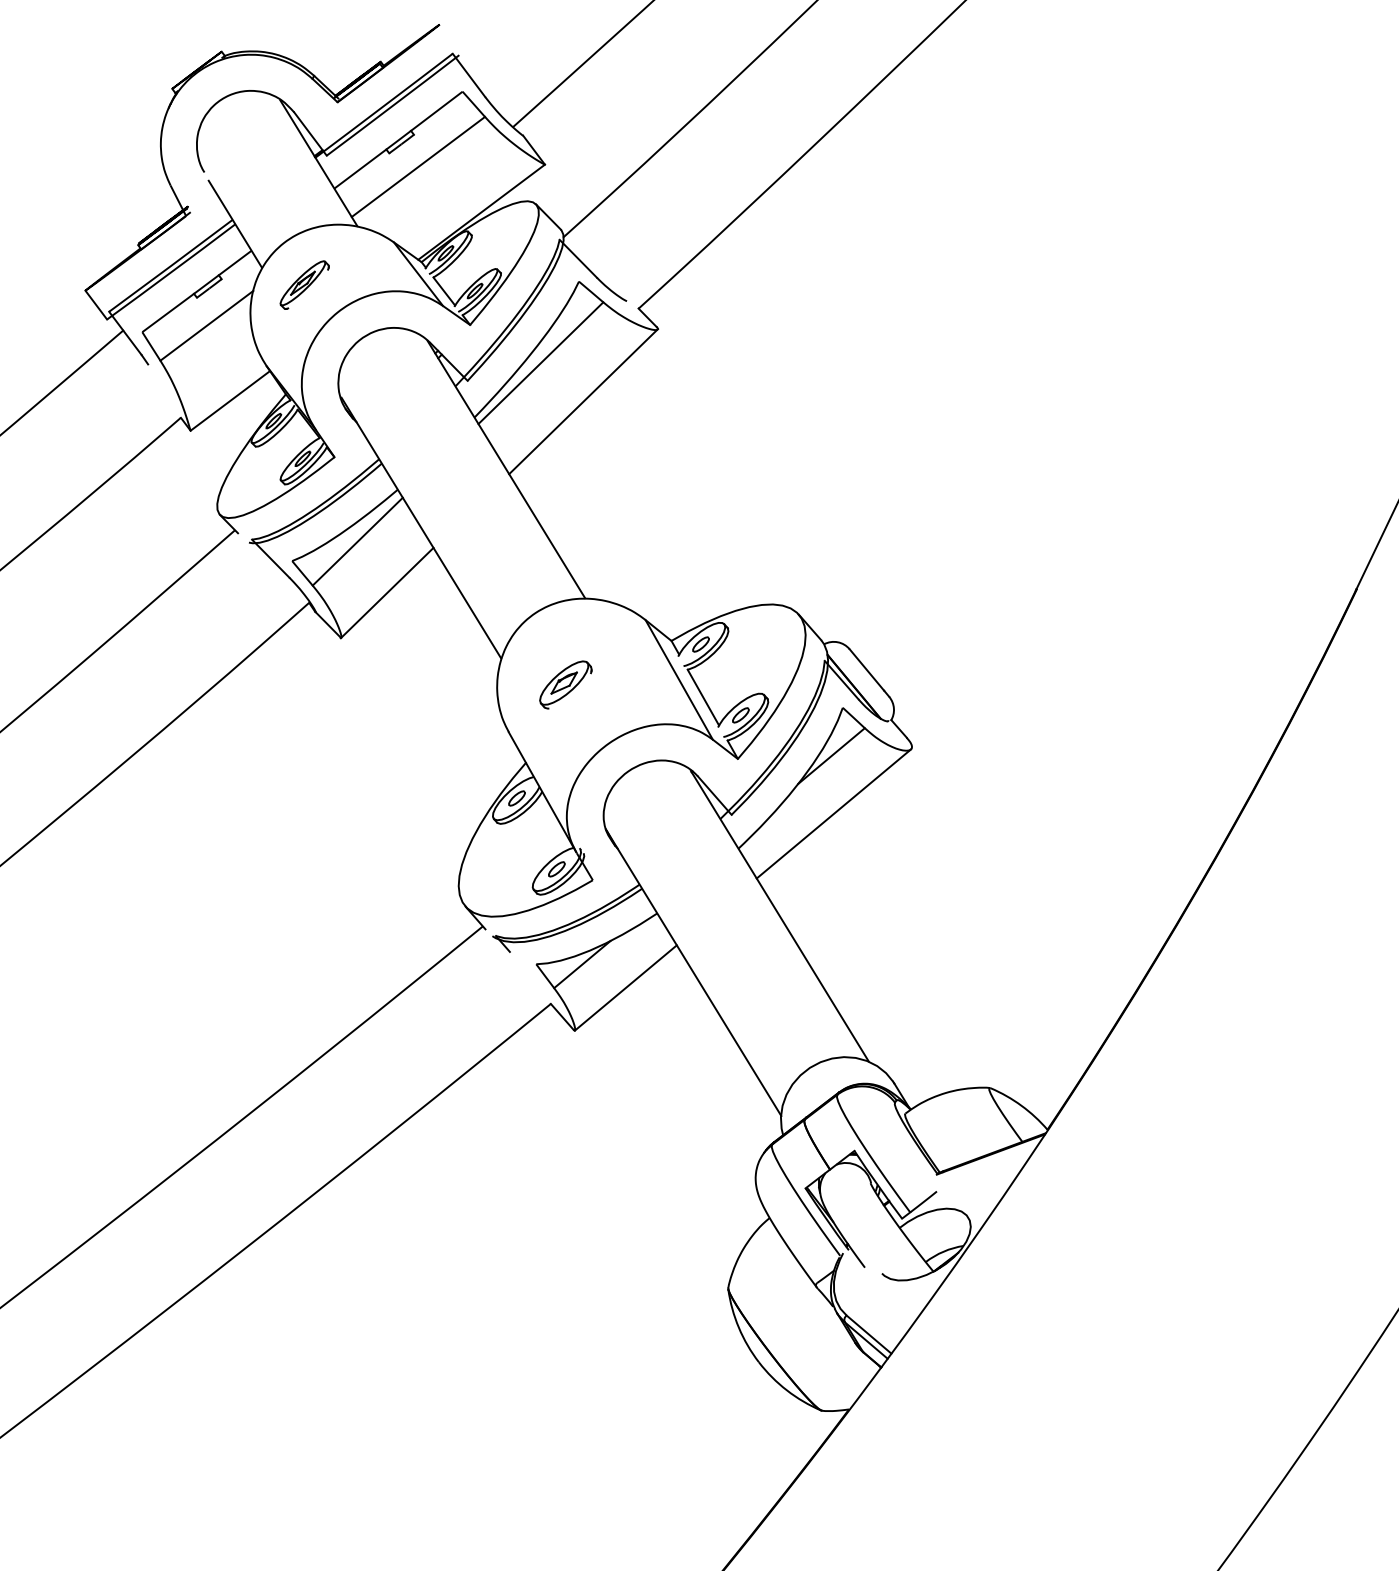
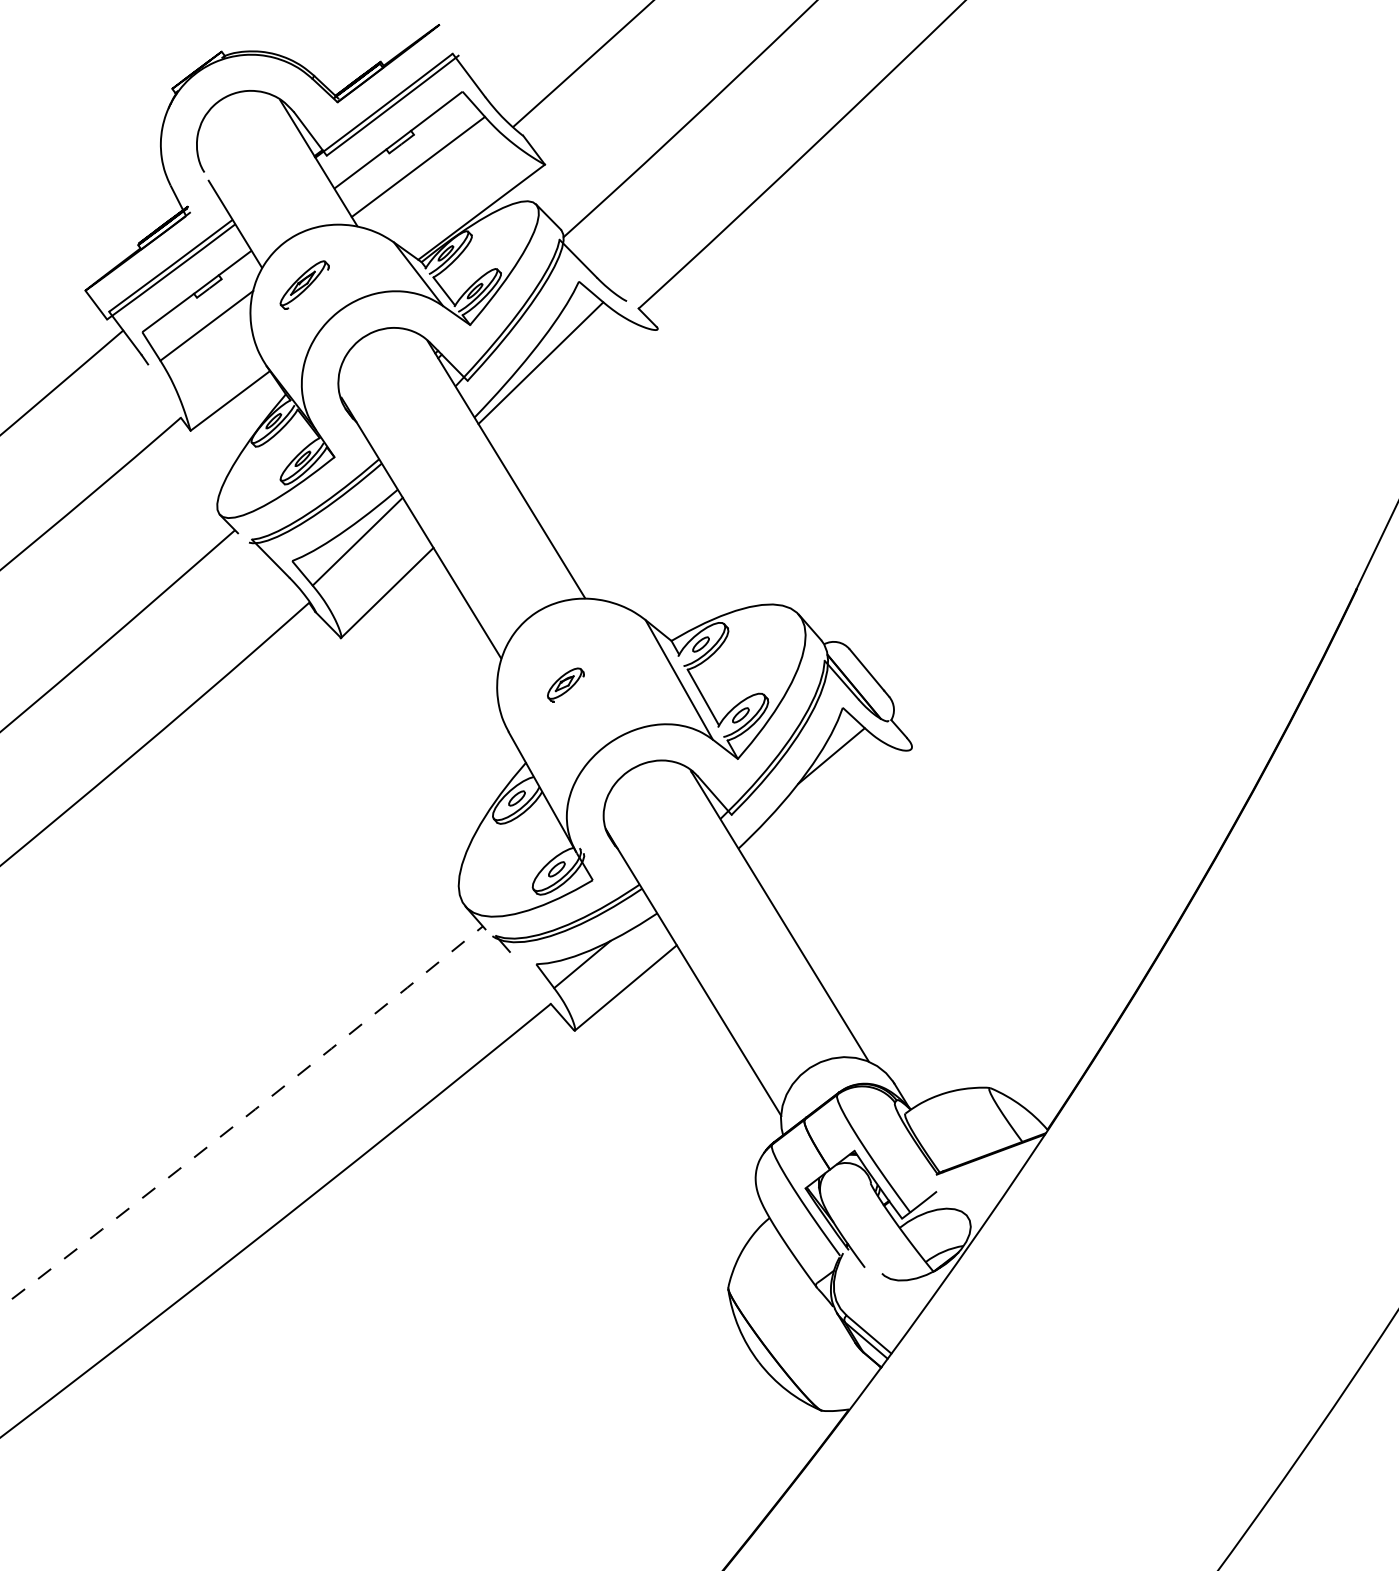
line at (583, 401): present -> none
part at (565, 684) size: 54x50 px -> 38x36 px
line at (833, 813): present -> none
arc at (242, 1119): solid -> dashed
